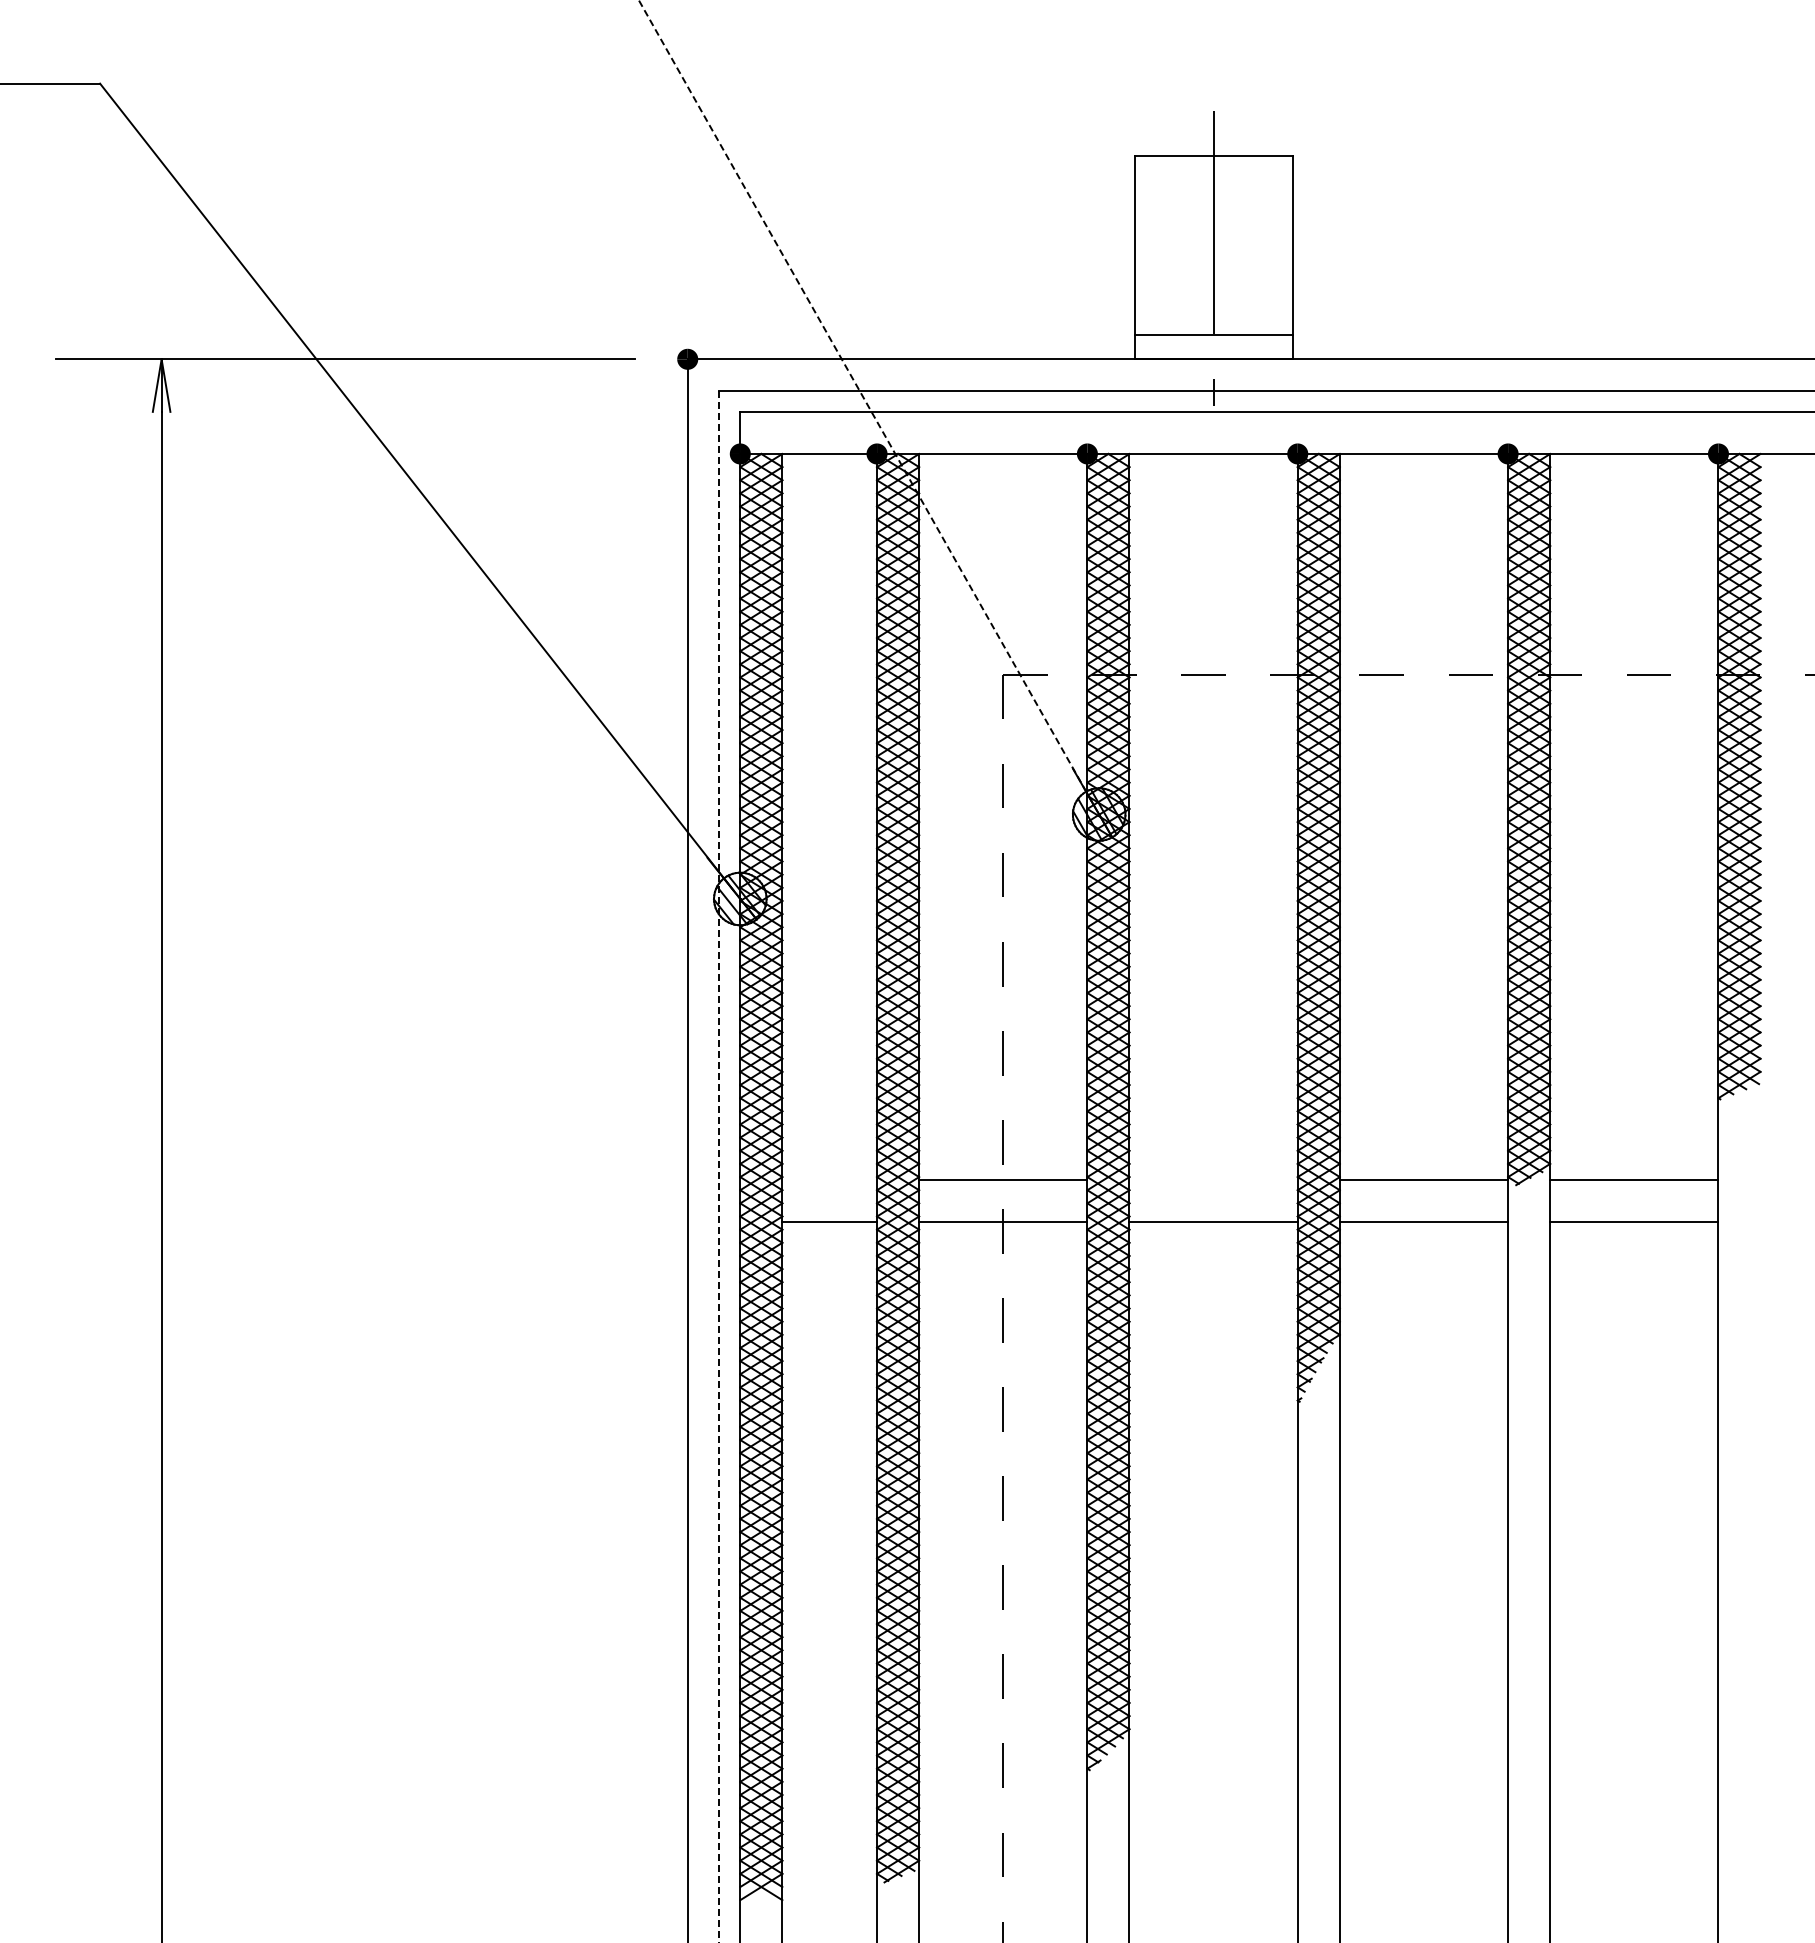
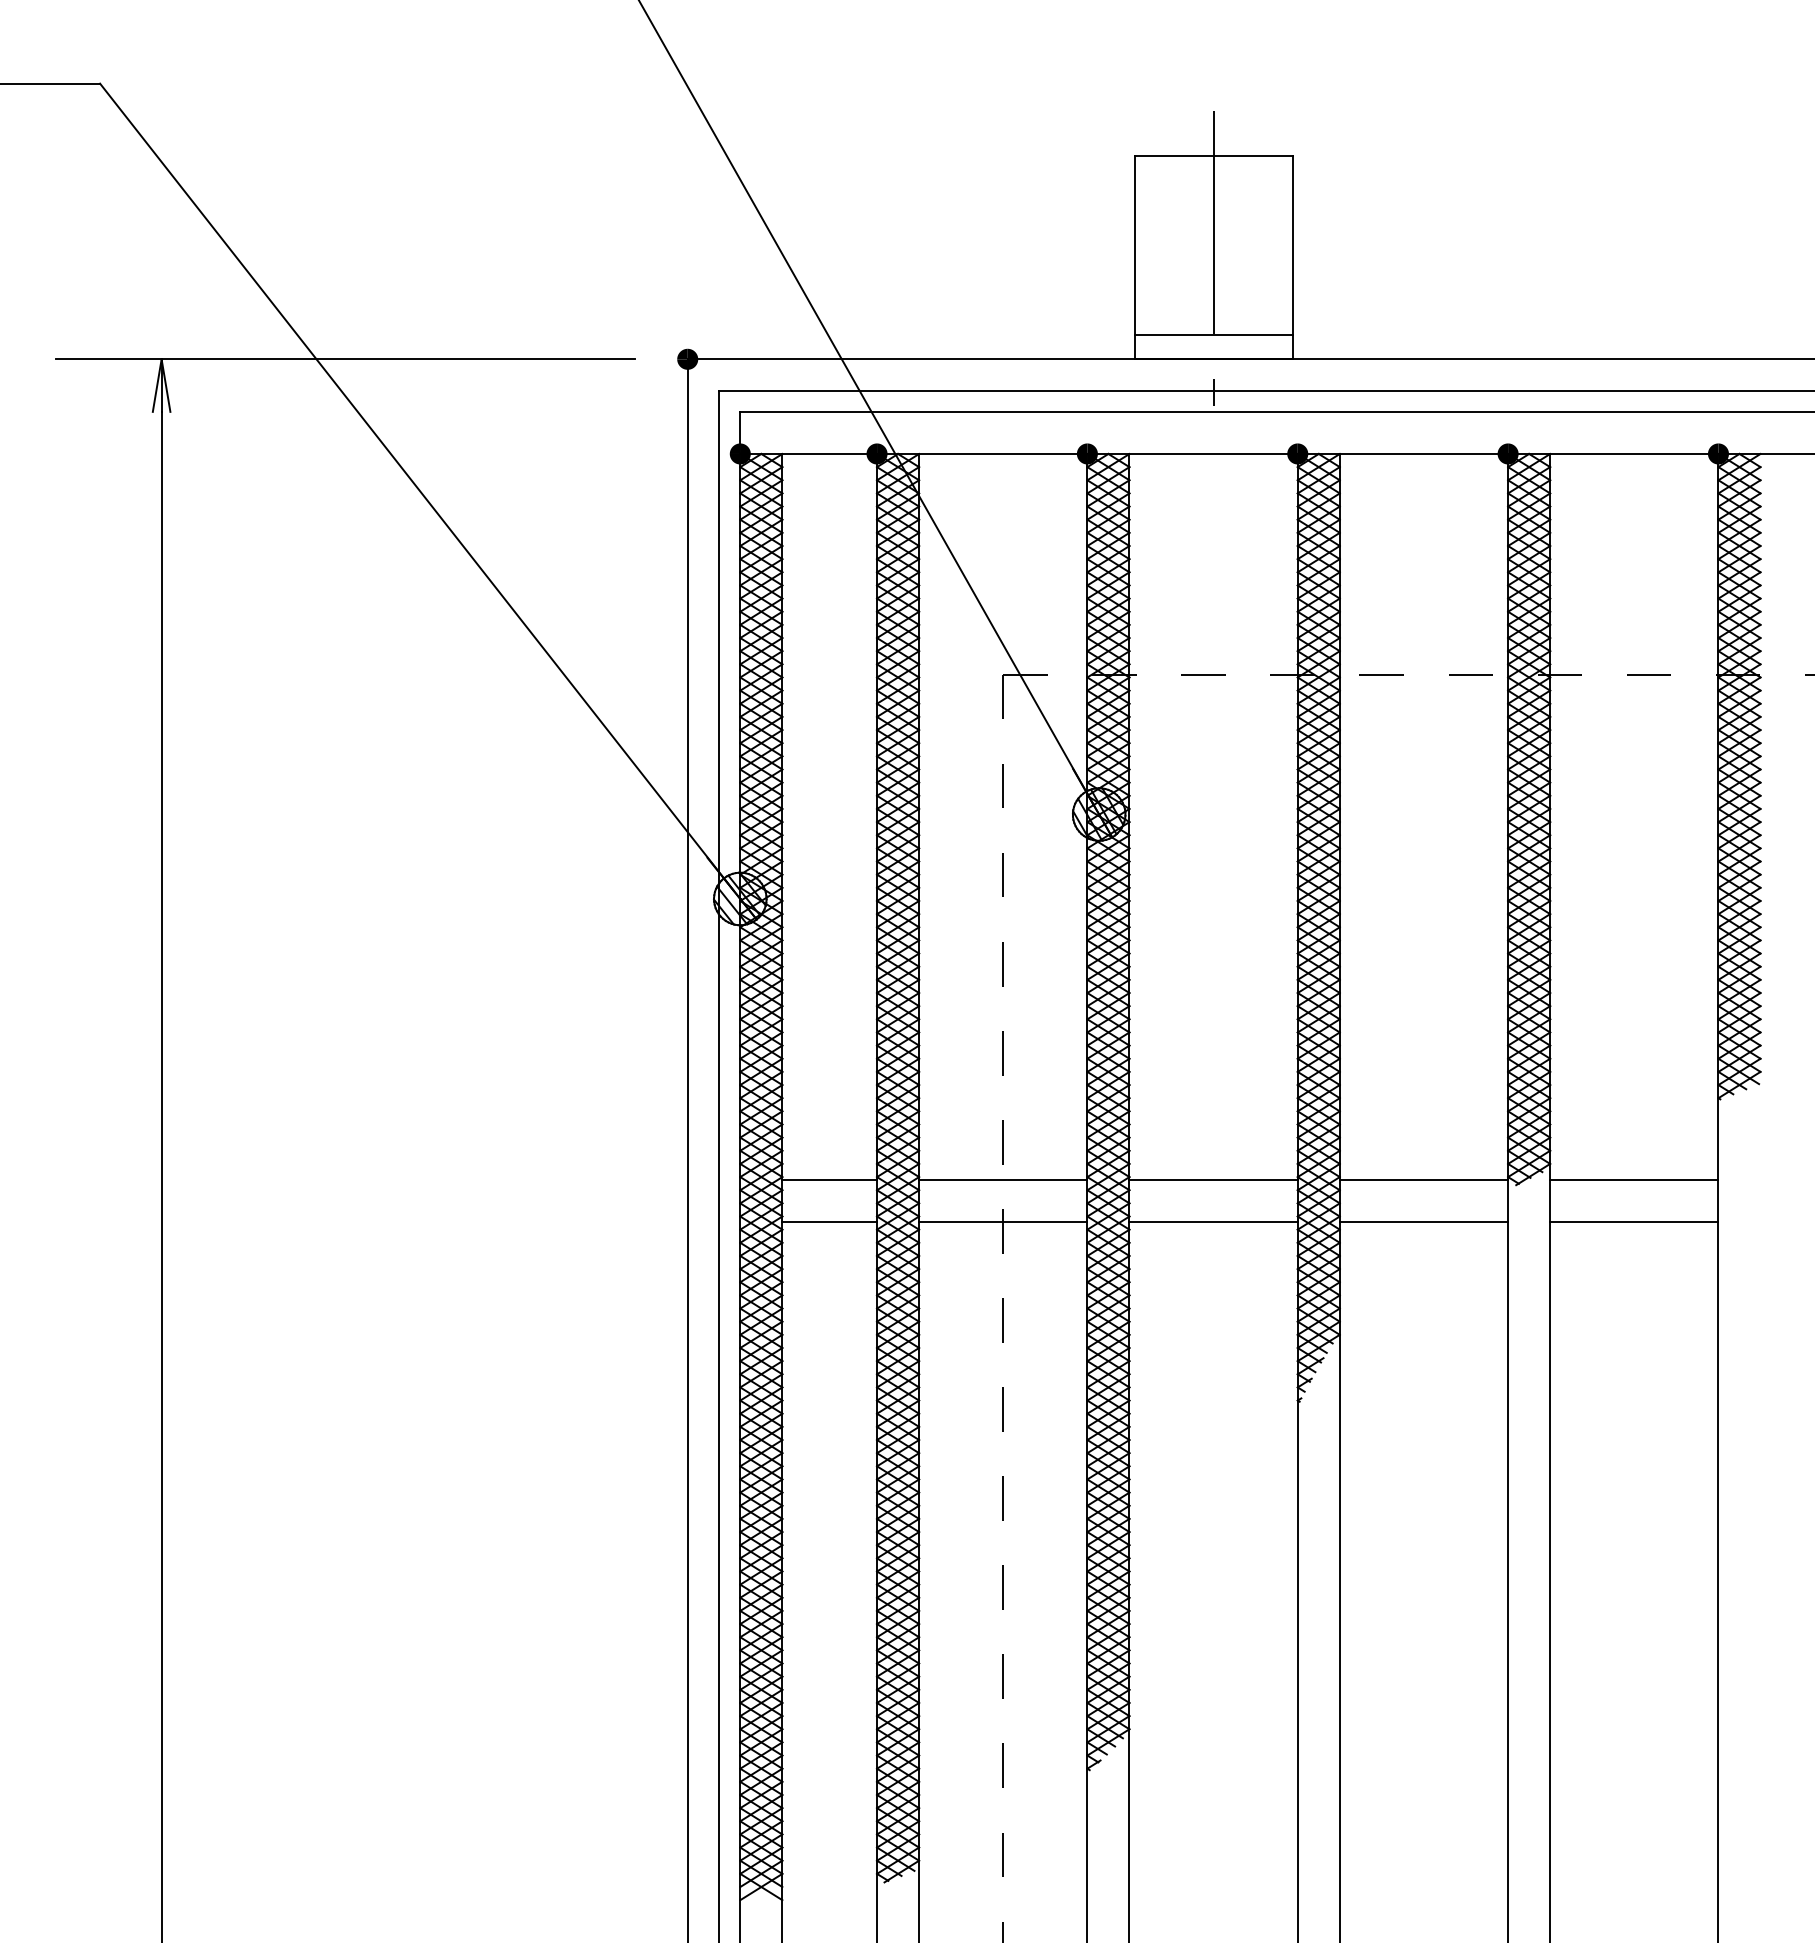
line at (866, 403): dashed -> solid
line at (719, 1166): dashed -> solid
line at (829, 1179): none -> present
line at (1213, 1179): none -> present
